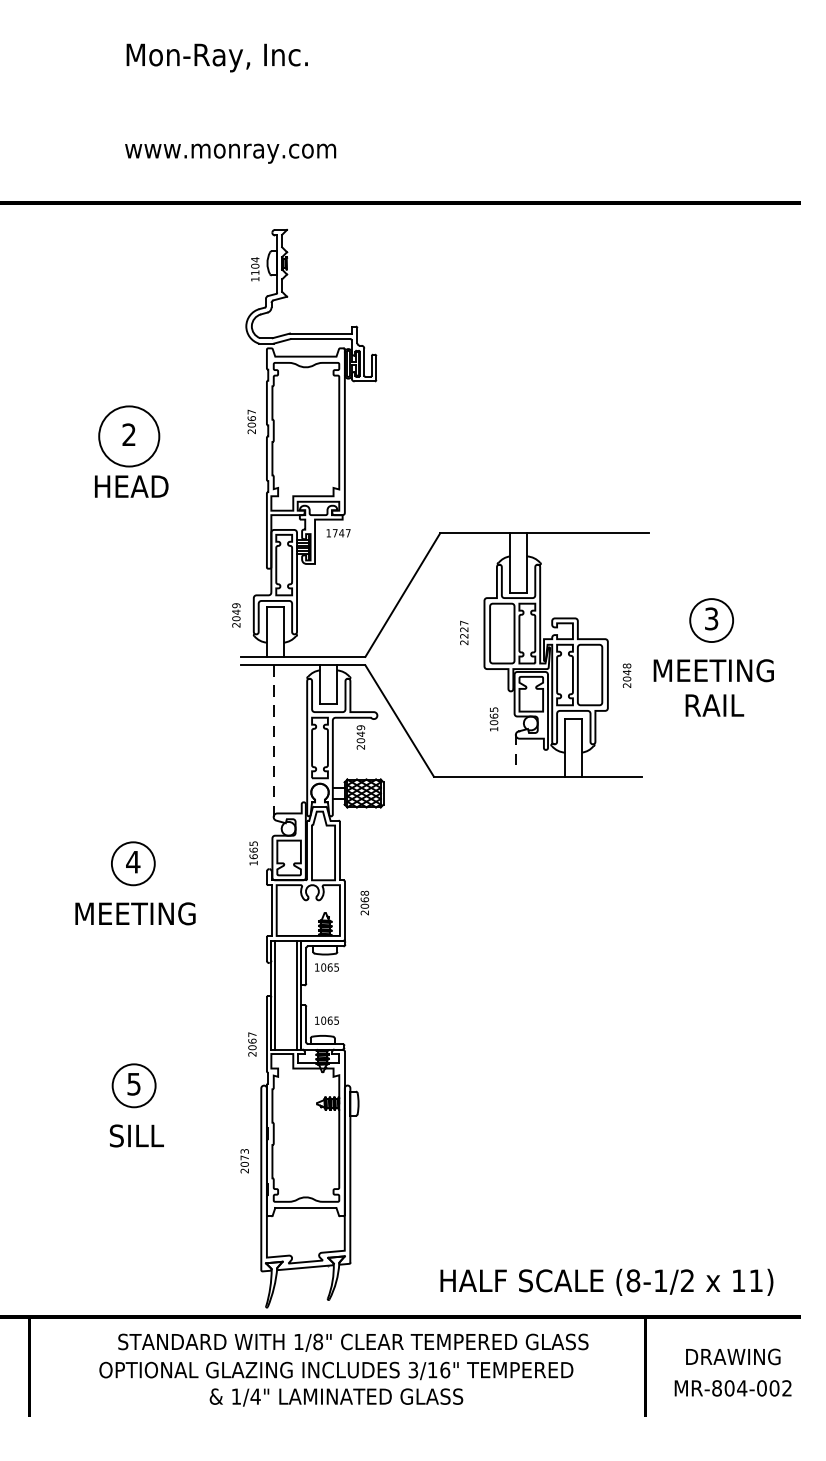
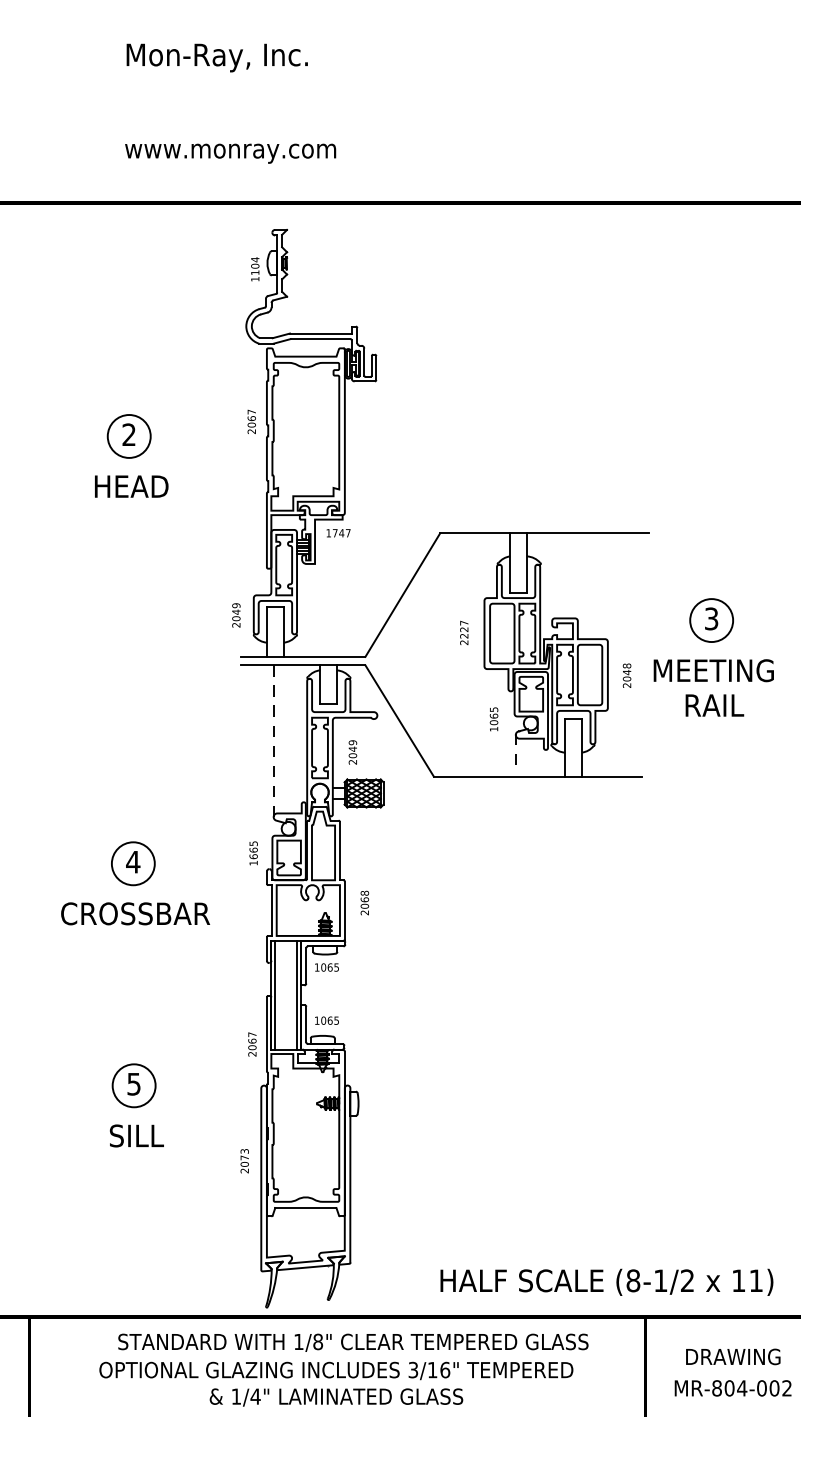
circle at (129, 436) diameter: 60 px -> 43 px
text at (360, 737) position: (360, 737) -> (352, 752)
text at (135, 913): MEETING -> CROSSBAR
